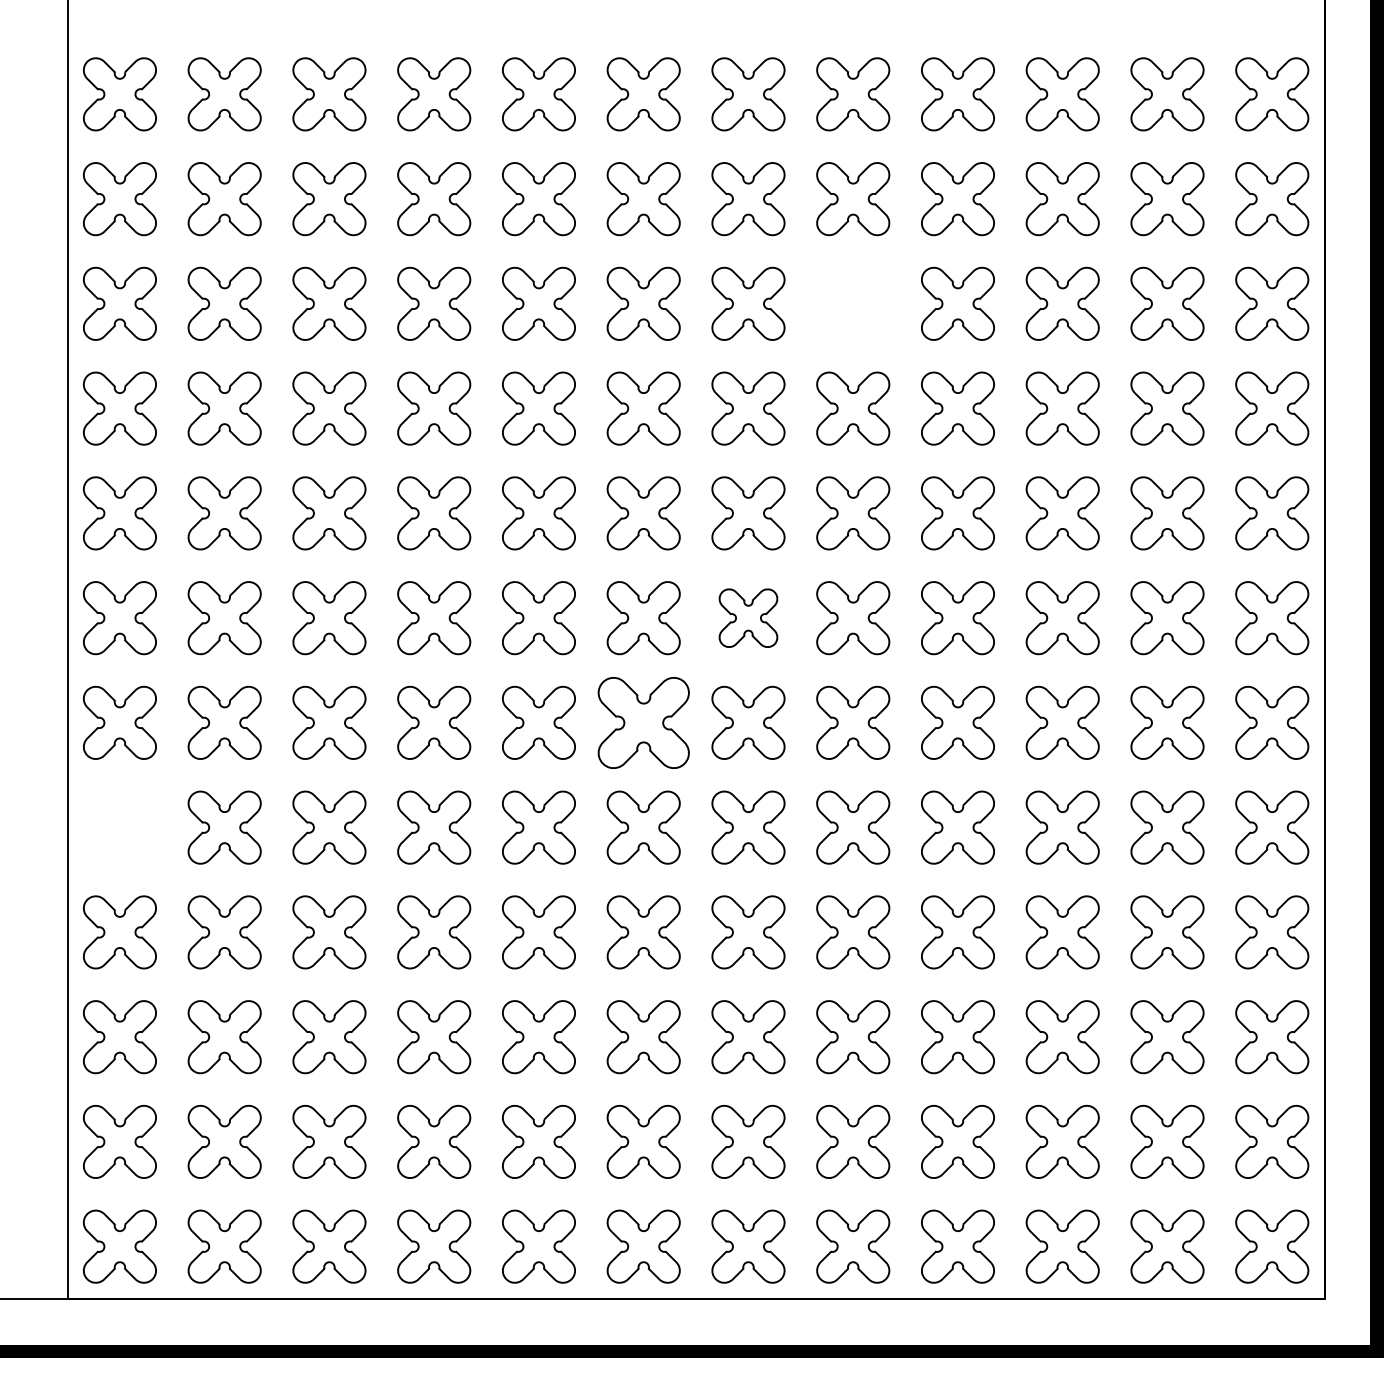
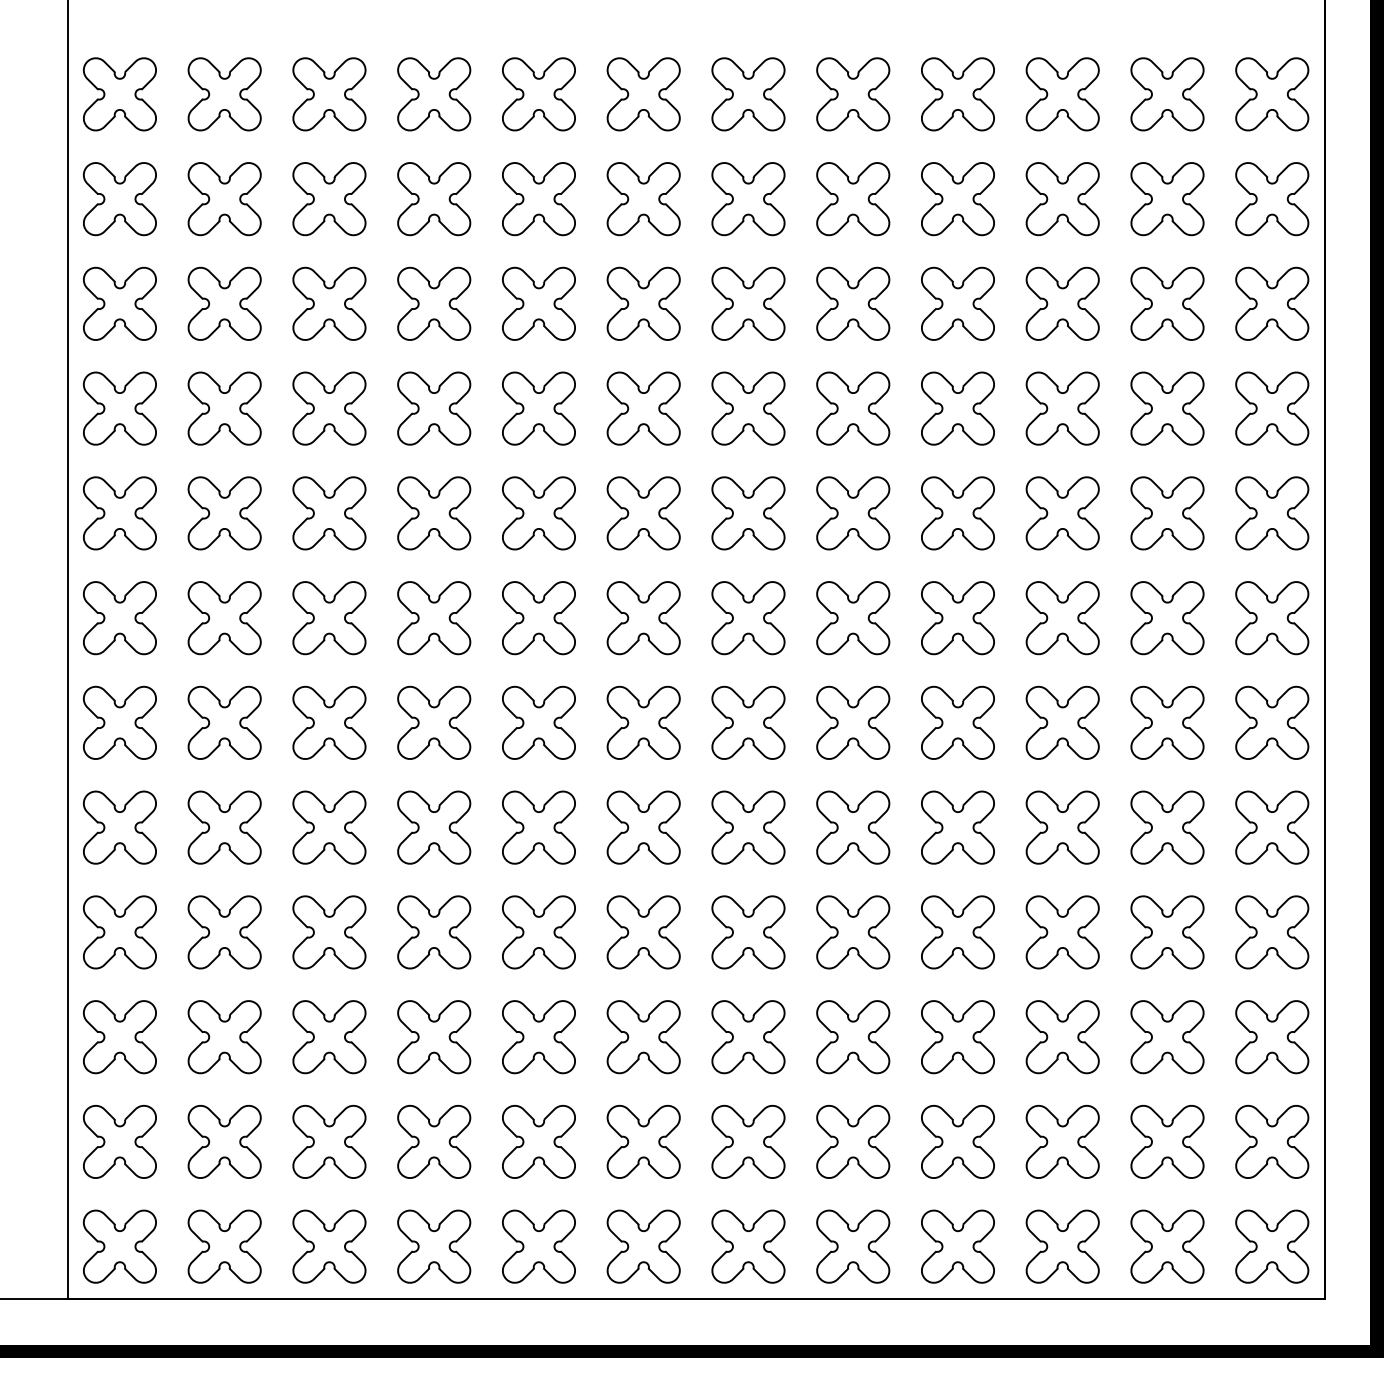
part at (853, 303): none -> present
part at (748, 617) size: 61x60 px -> 75x75 px
part at (643, 722) size: 93x92 px -> 75x75 px
part at (119, 827): none -> present
